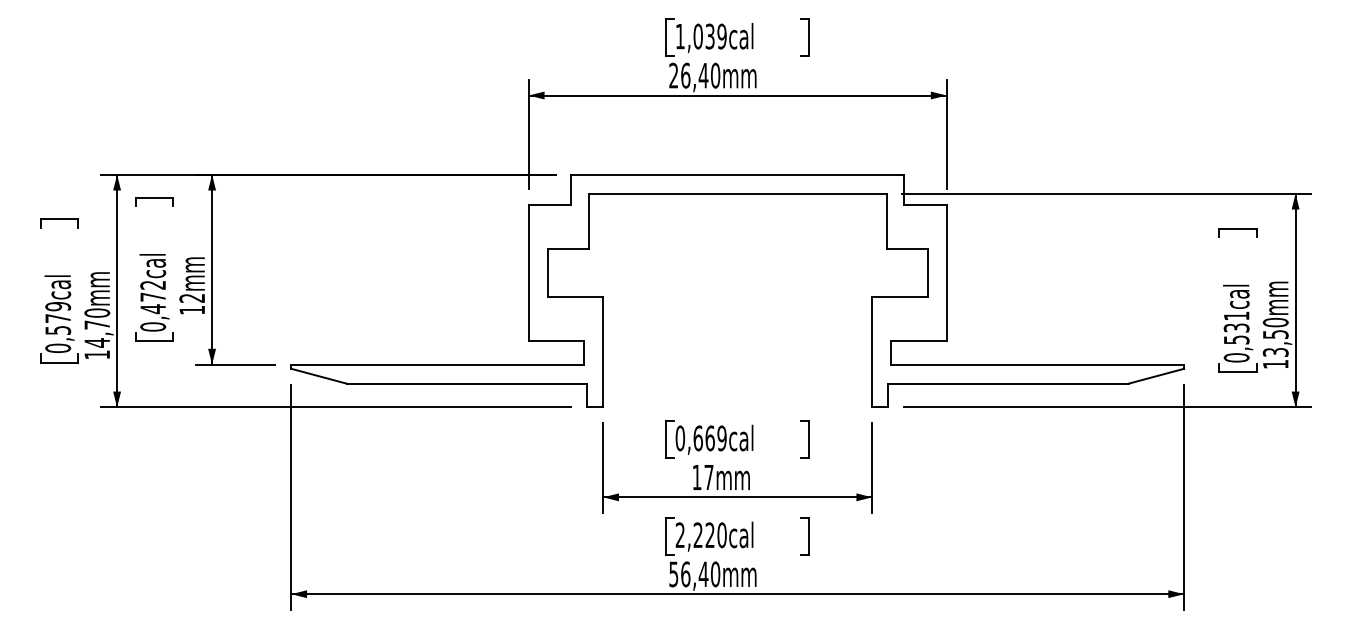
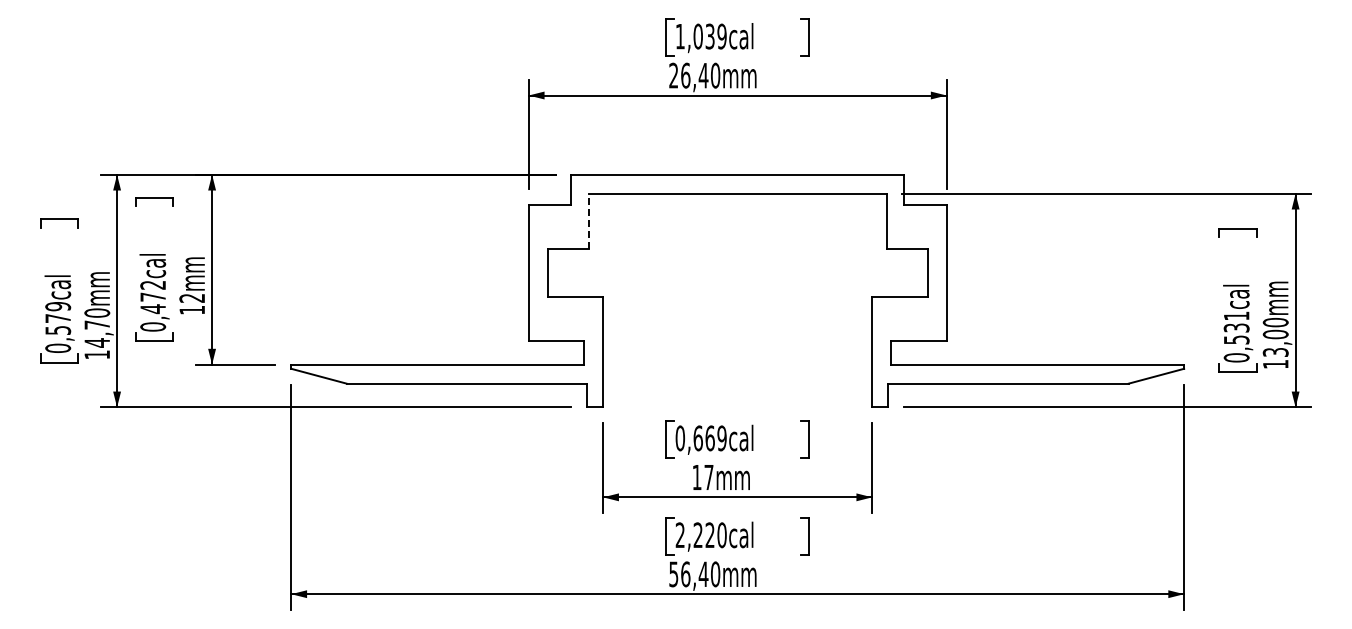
line at (588, 221): solid -> dashed
text at (1275, 334): 13,50mm -> 13,00mm
